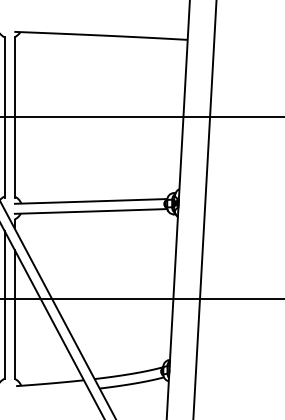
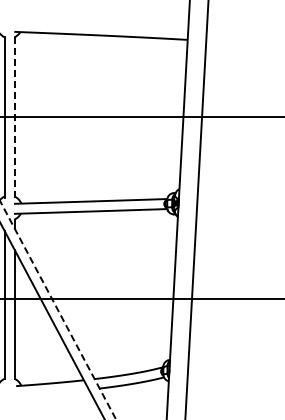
line at (14, 117): solid -> dashed
line at (204, 209) position: (204, 209) -> (196, 209)
line at (58, 310): solid -> dashed
